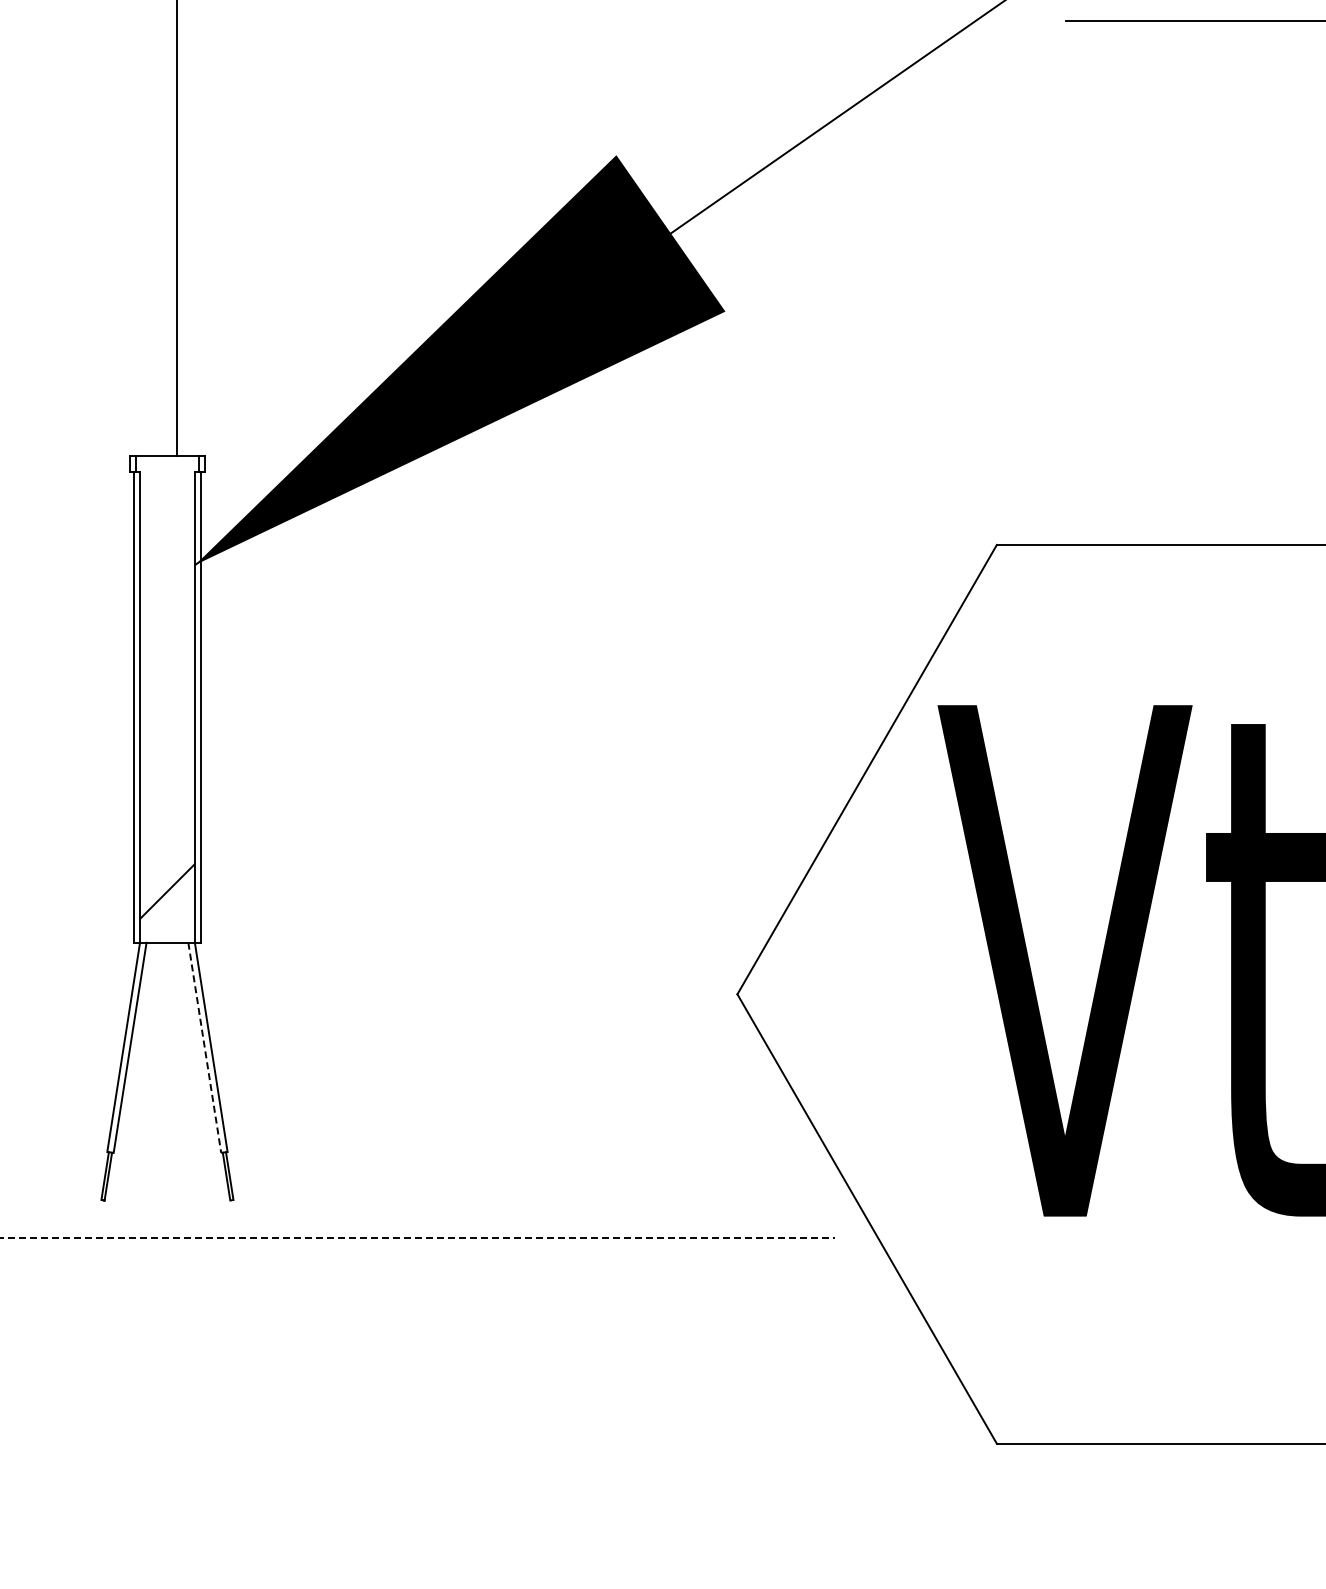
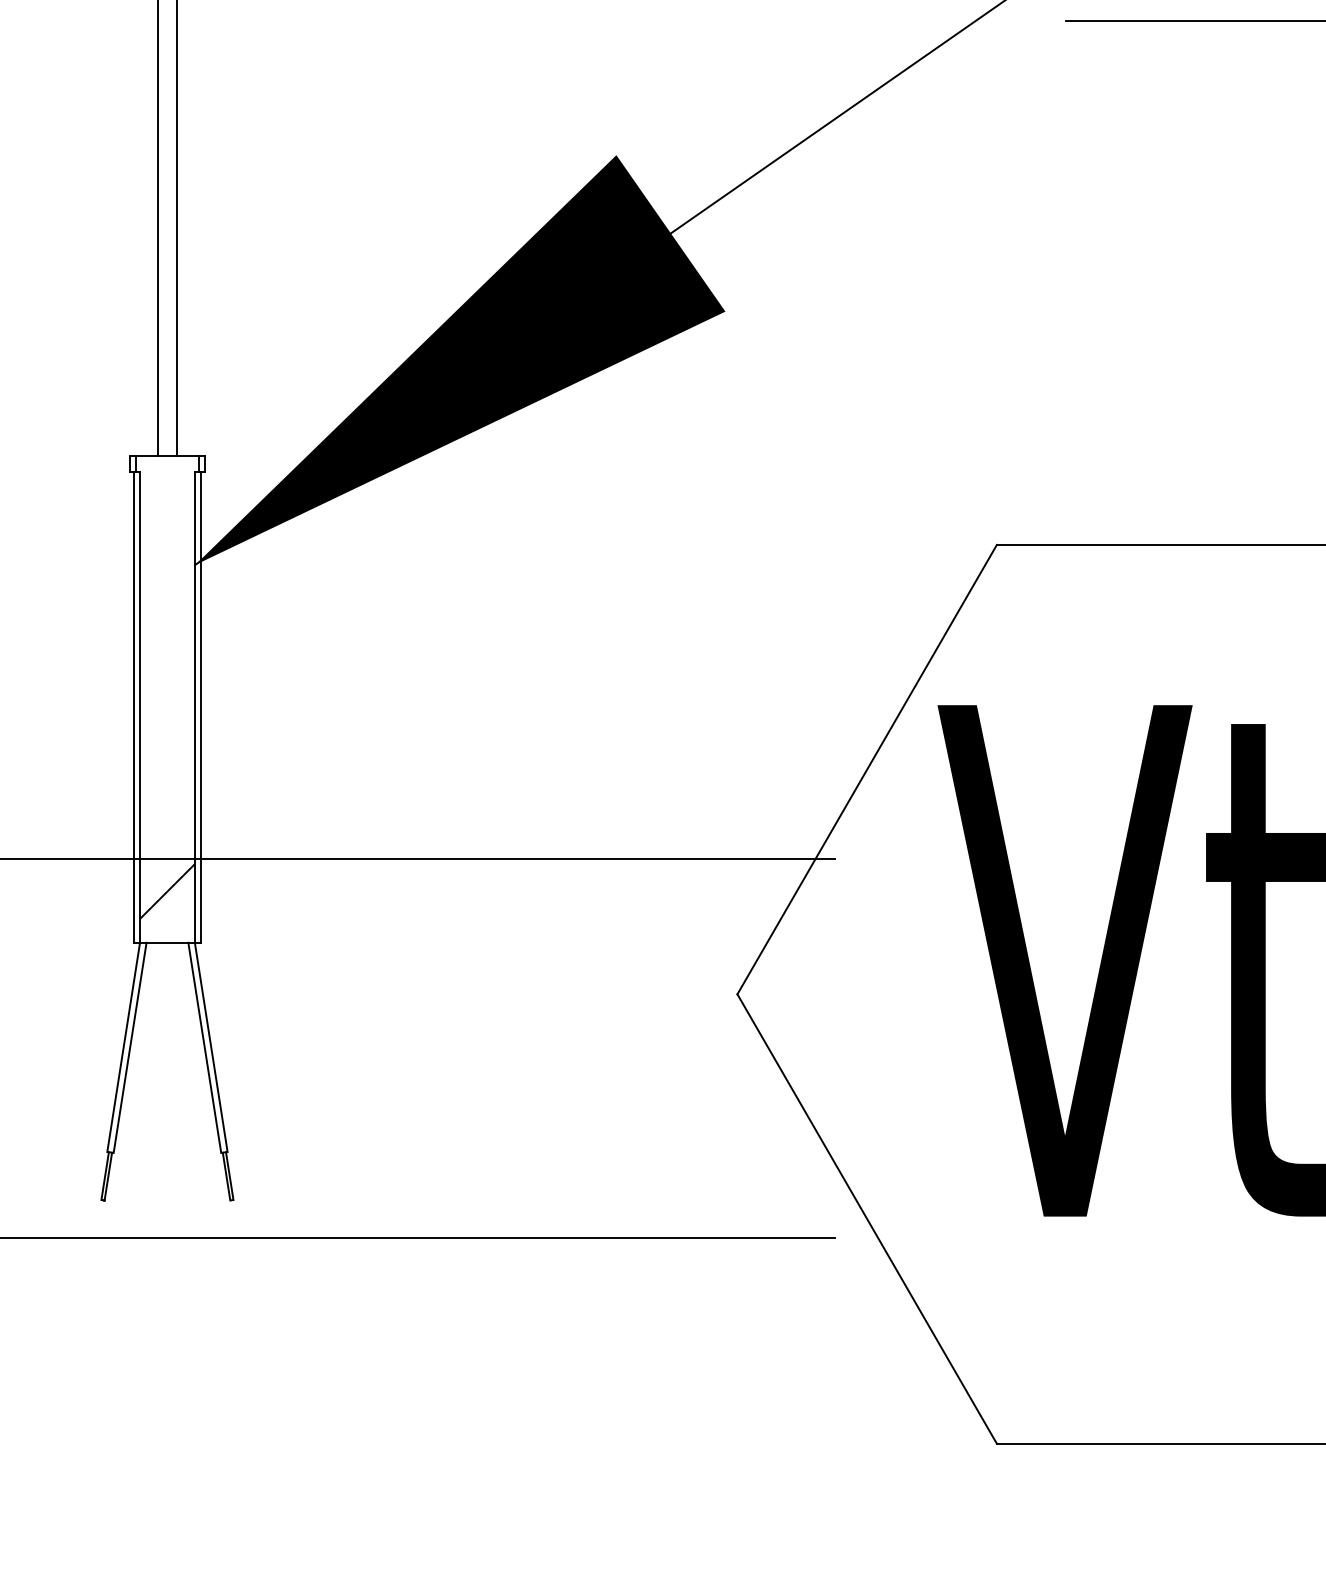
line at (157, 229): none -> present
line at (418, 858): none -> present
line at (204, 1048): dashed -> solid
line at (417, 1237): dashed -> solid
